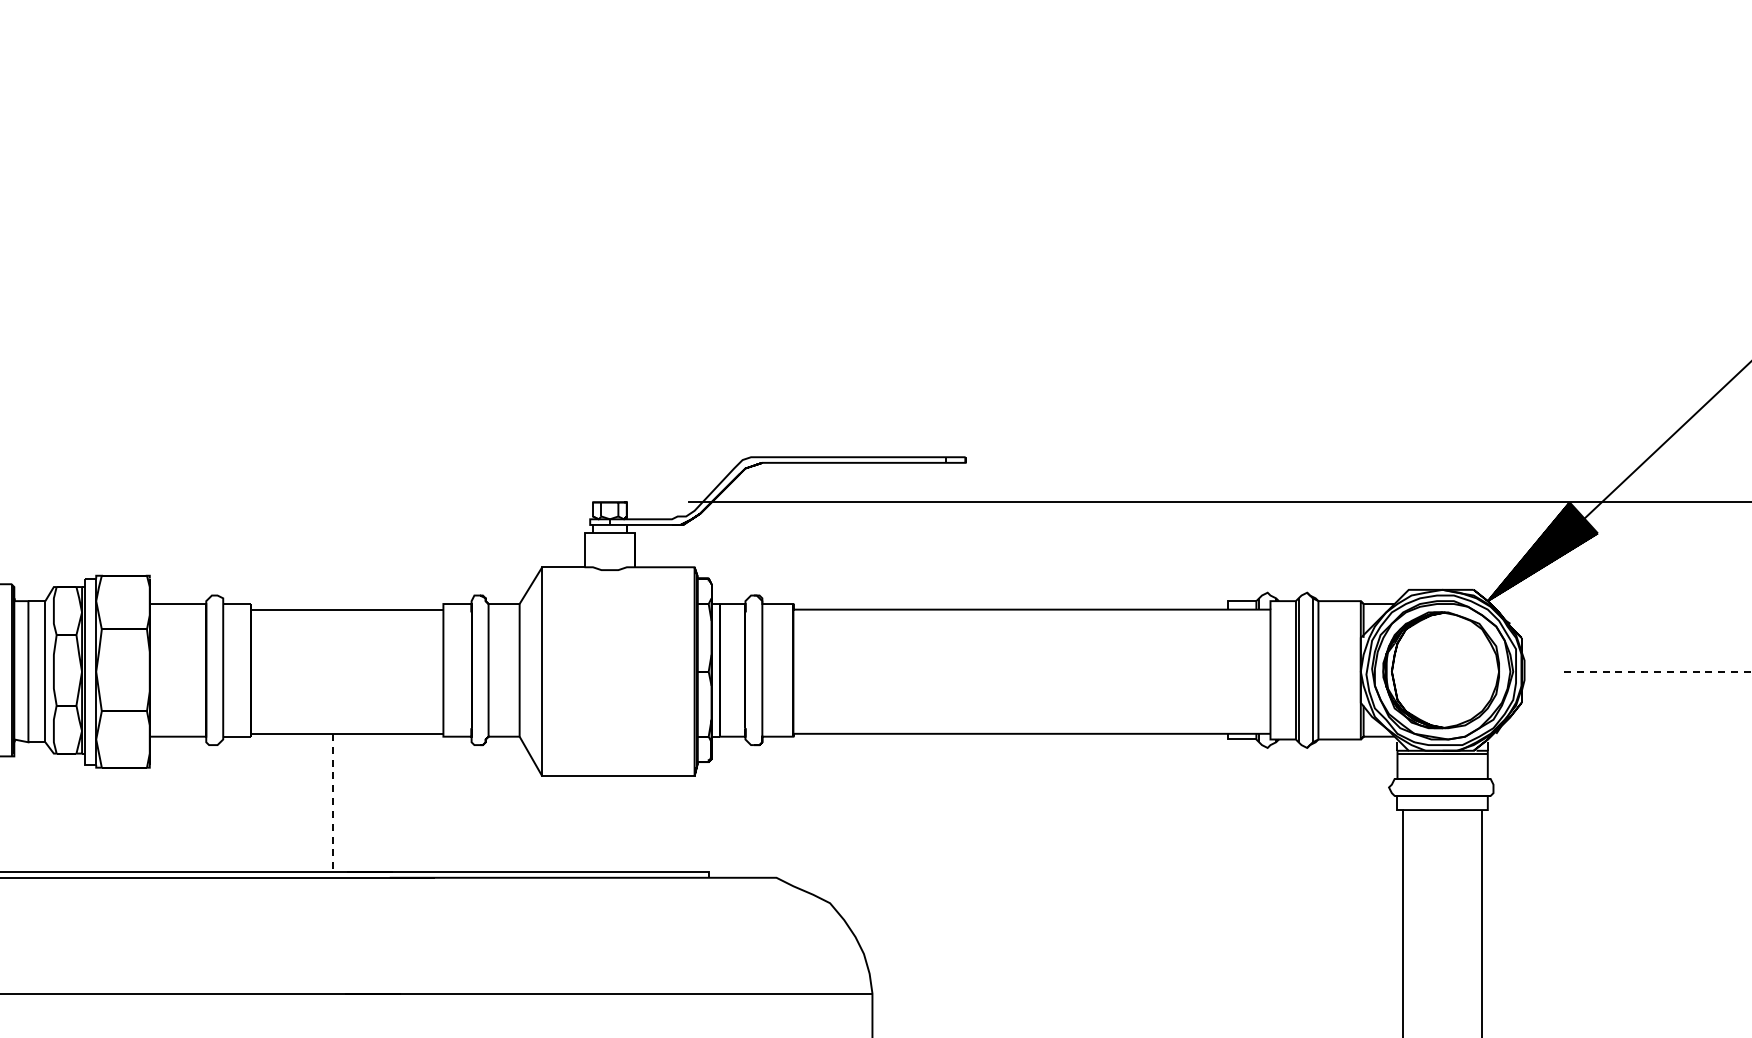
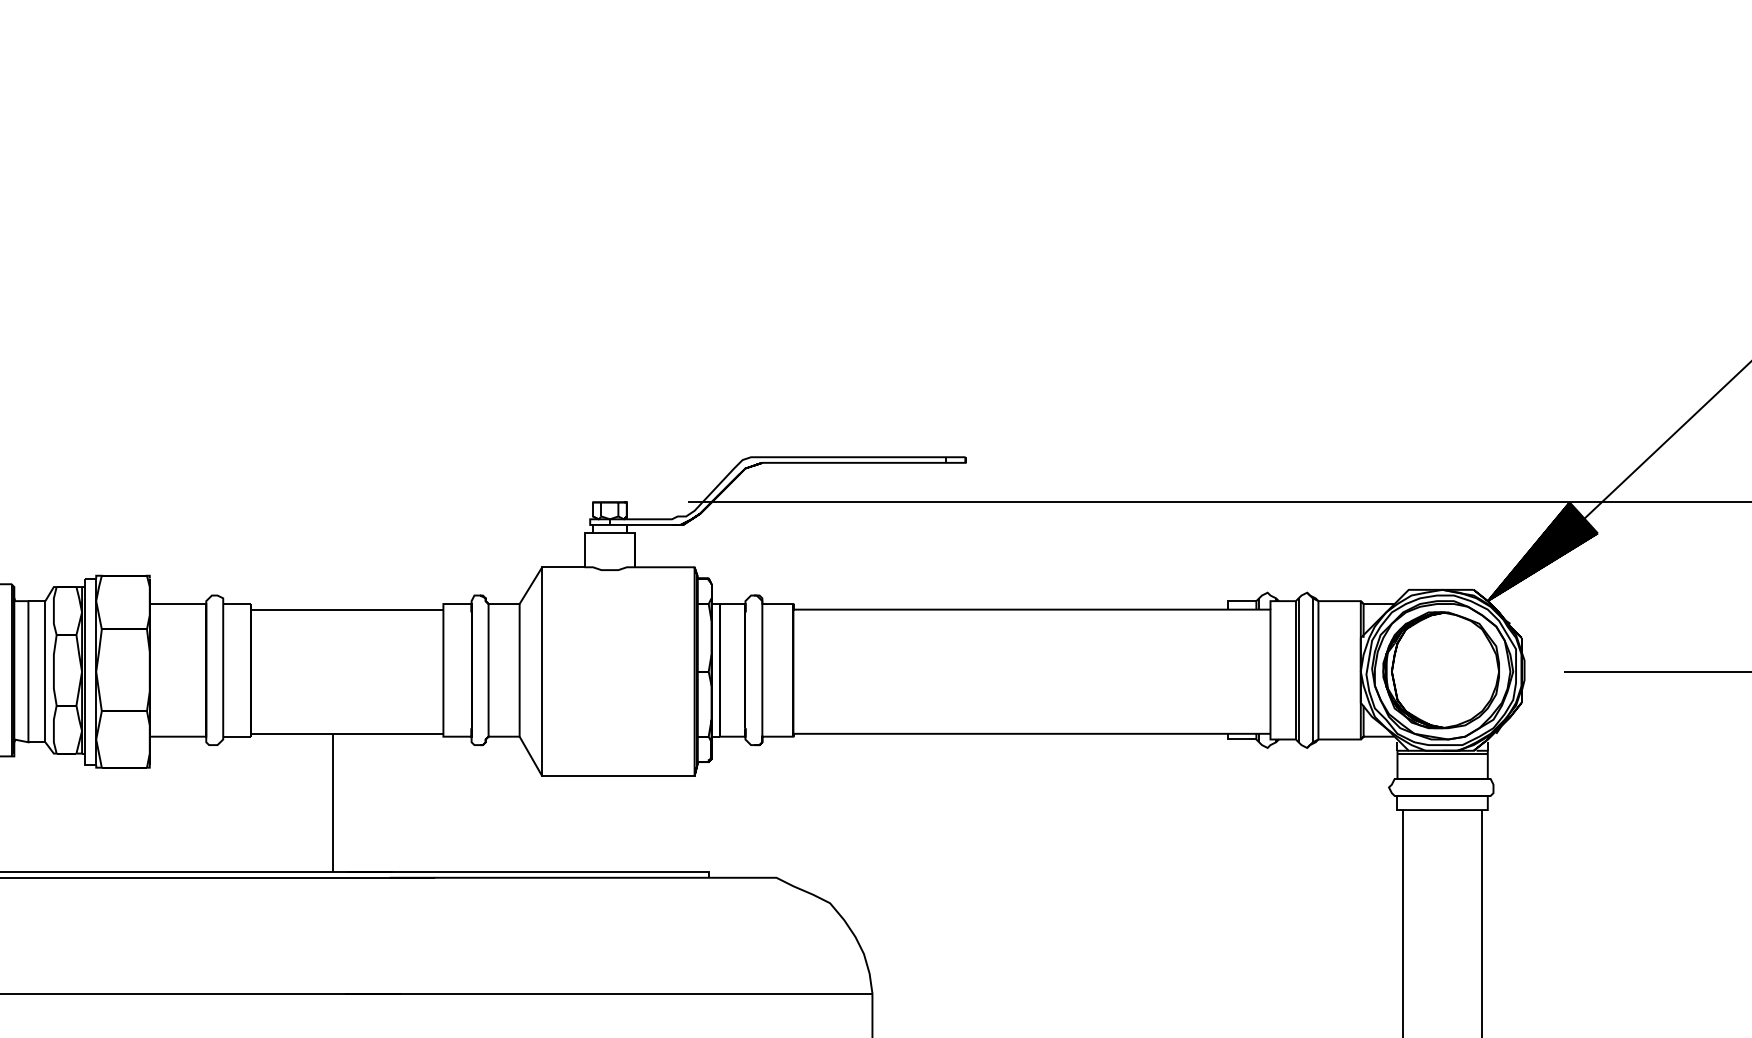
line at (1658, 671): dashed -> solid
line at (333, 803): dashed -> solid
